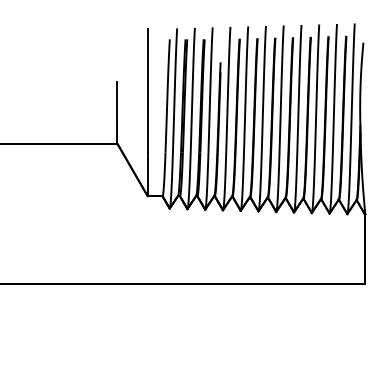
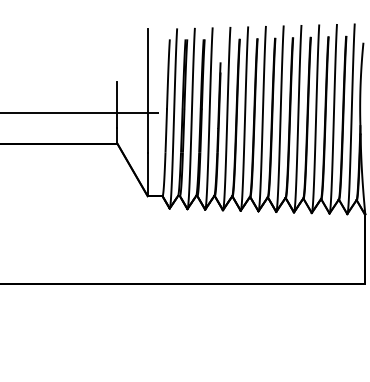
line at (80, 112): none -> present
